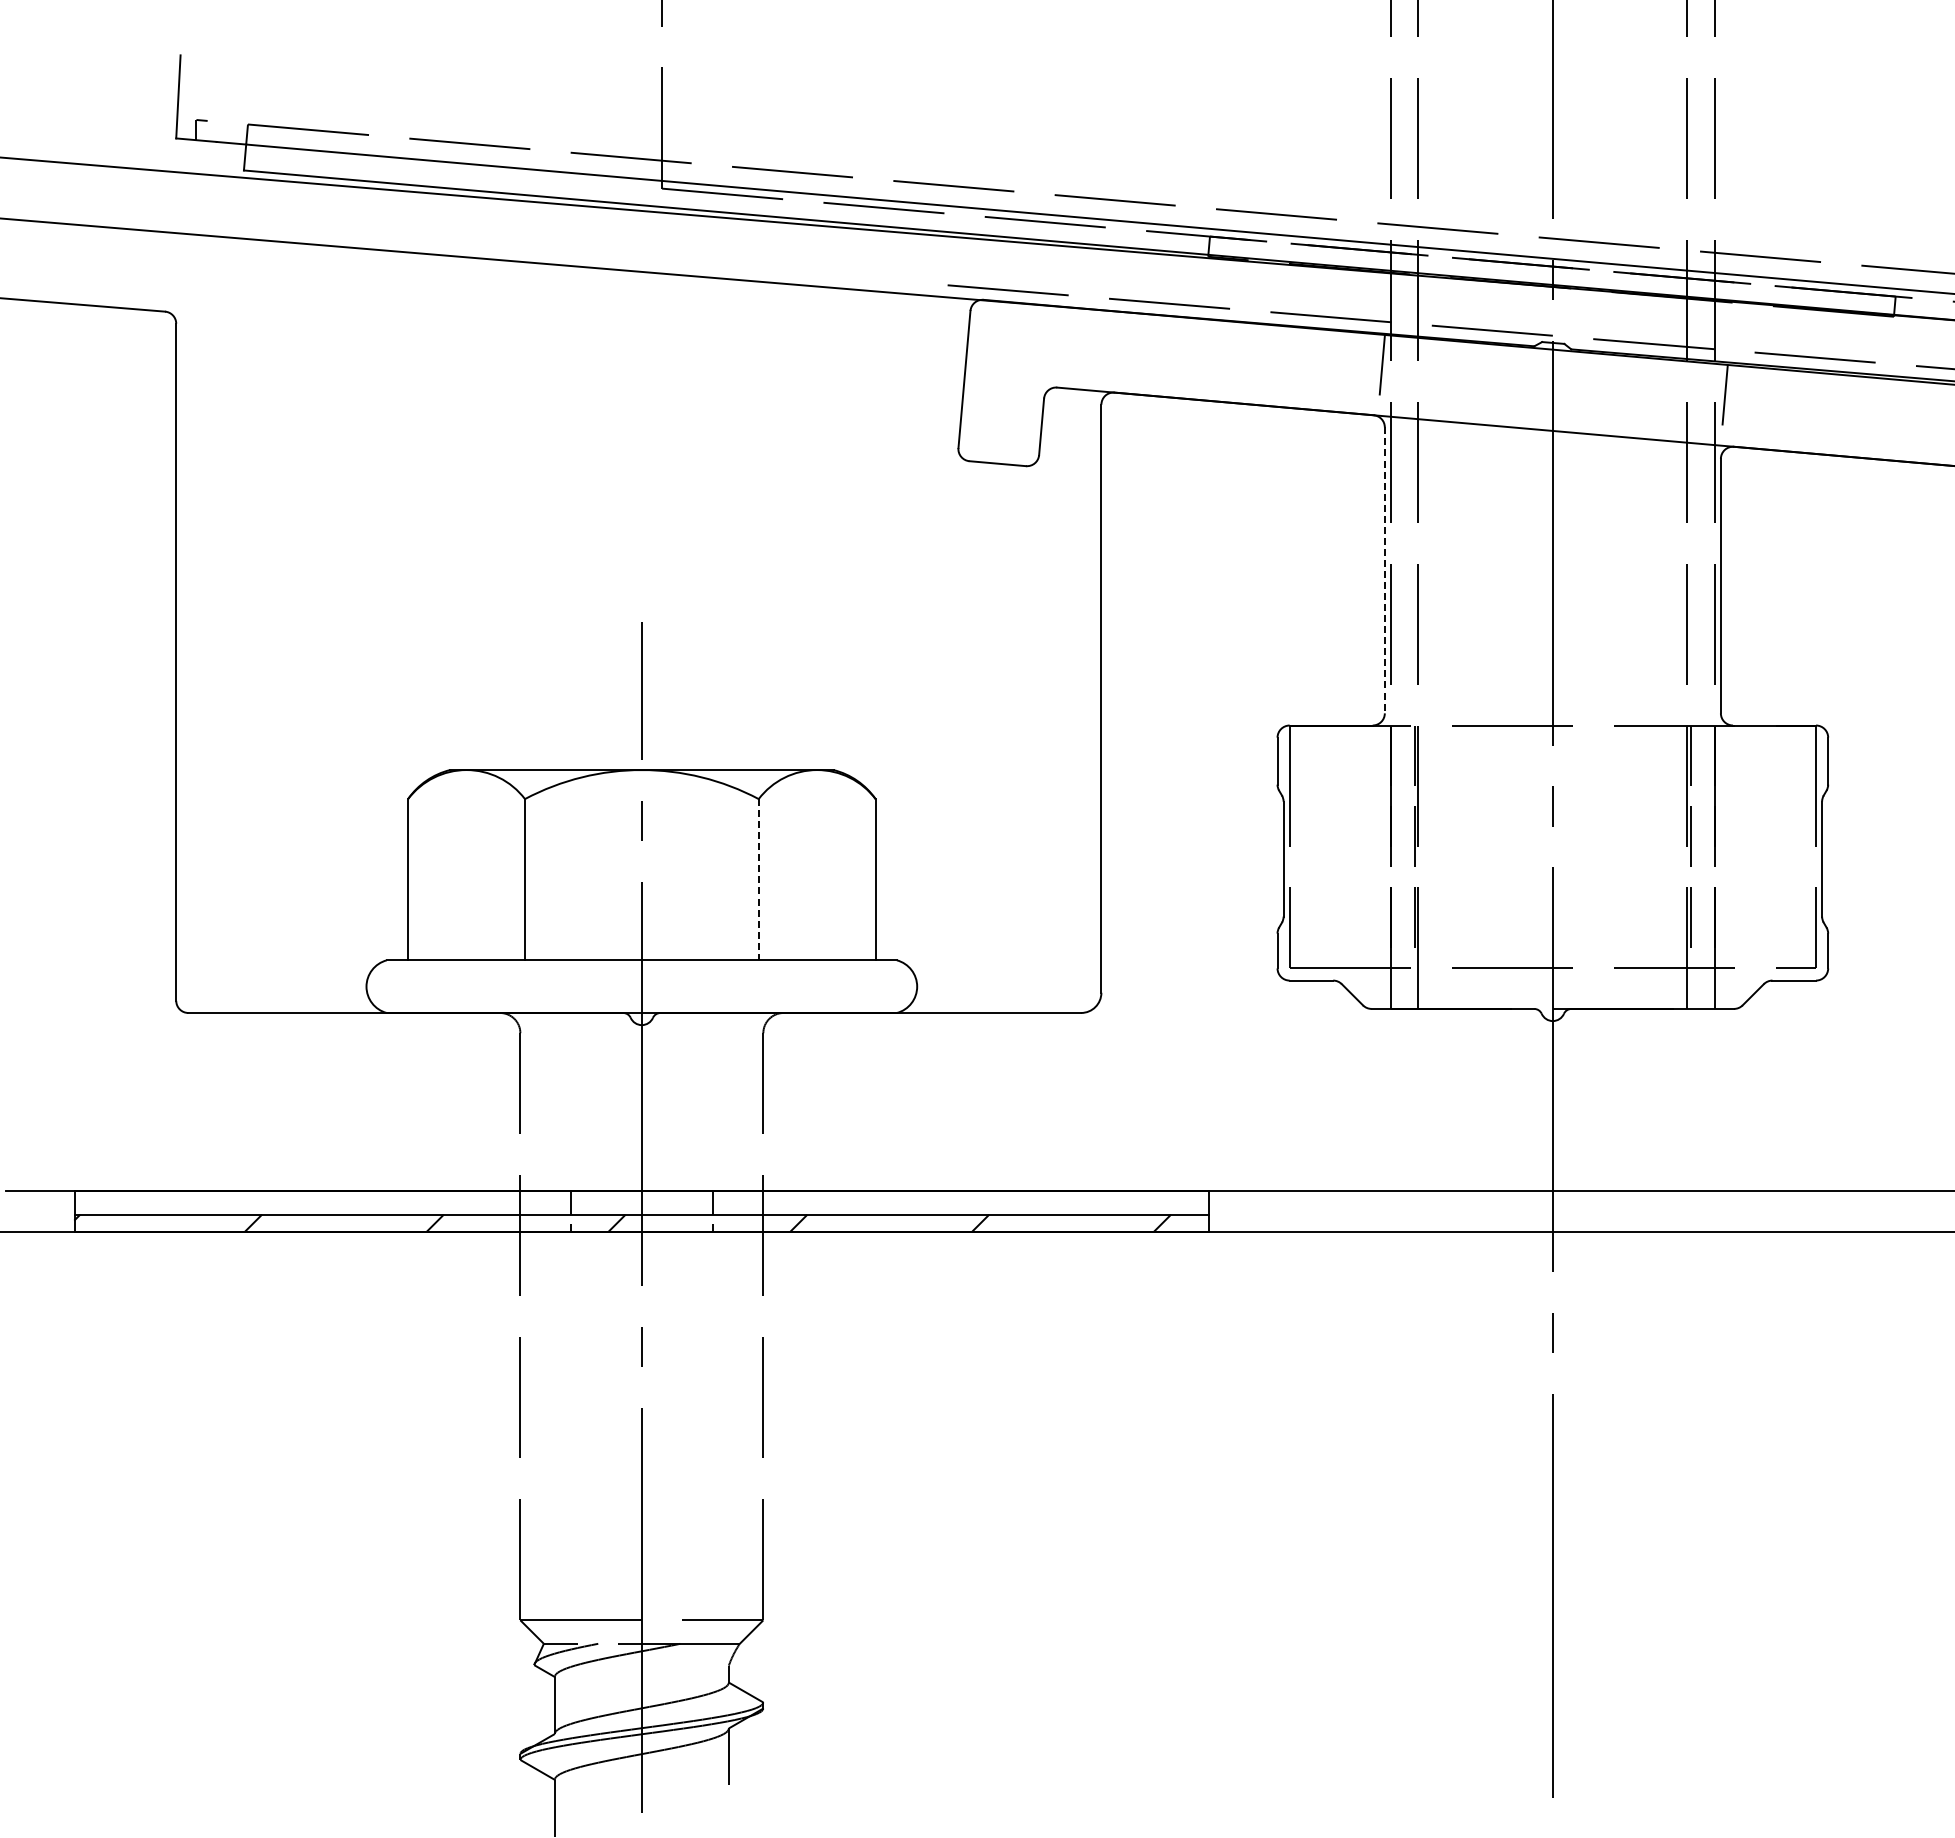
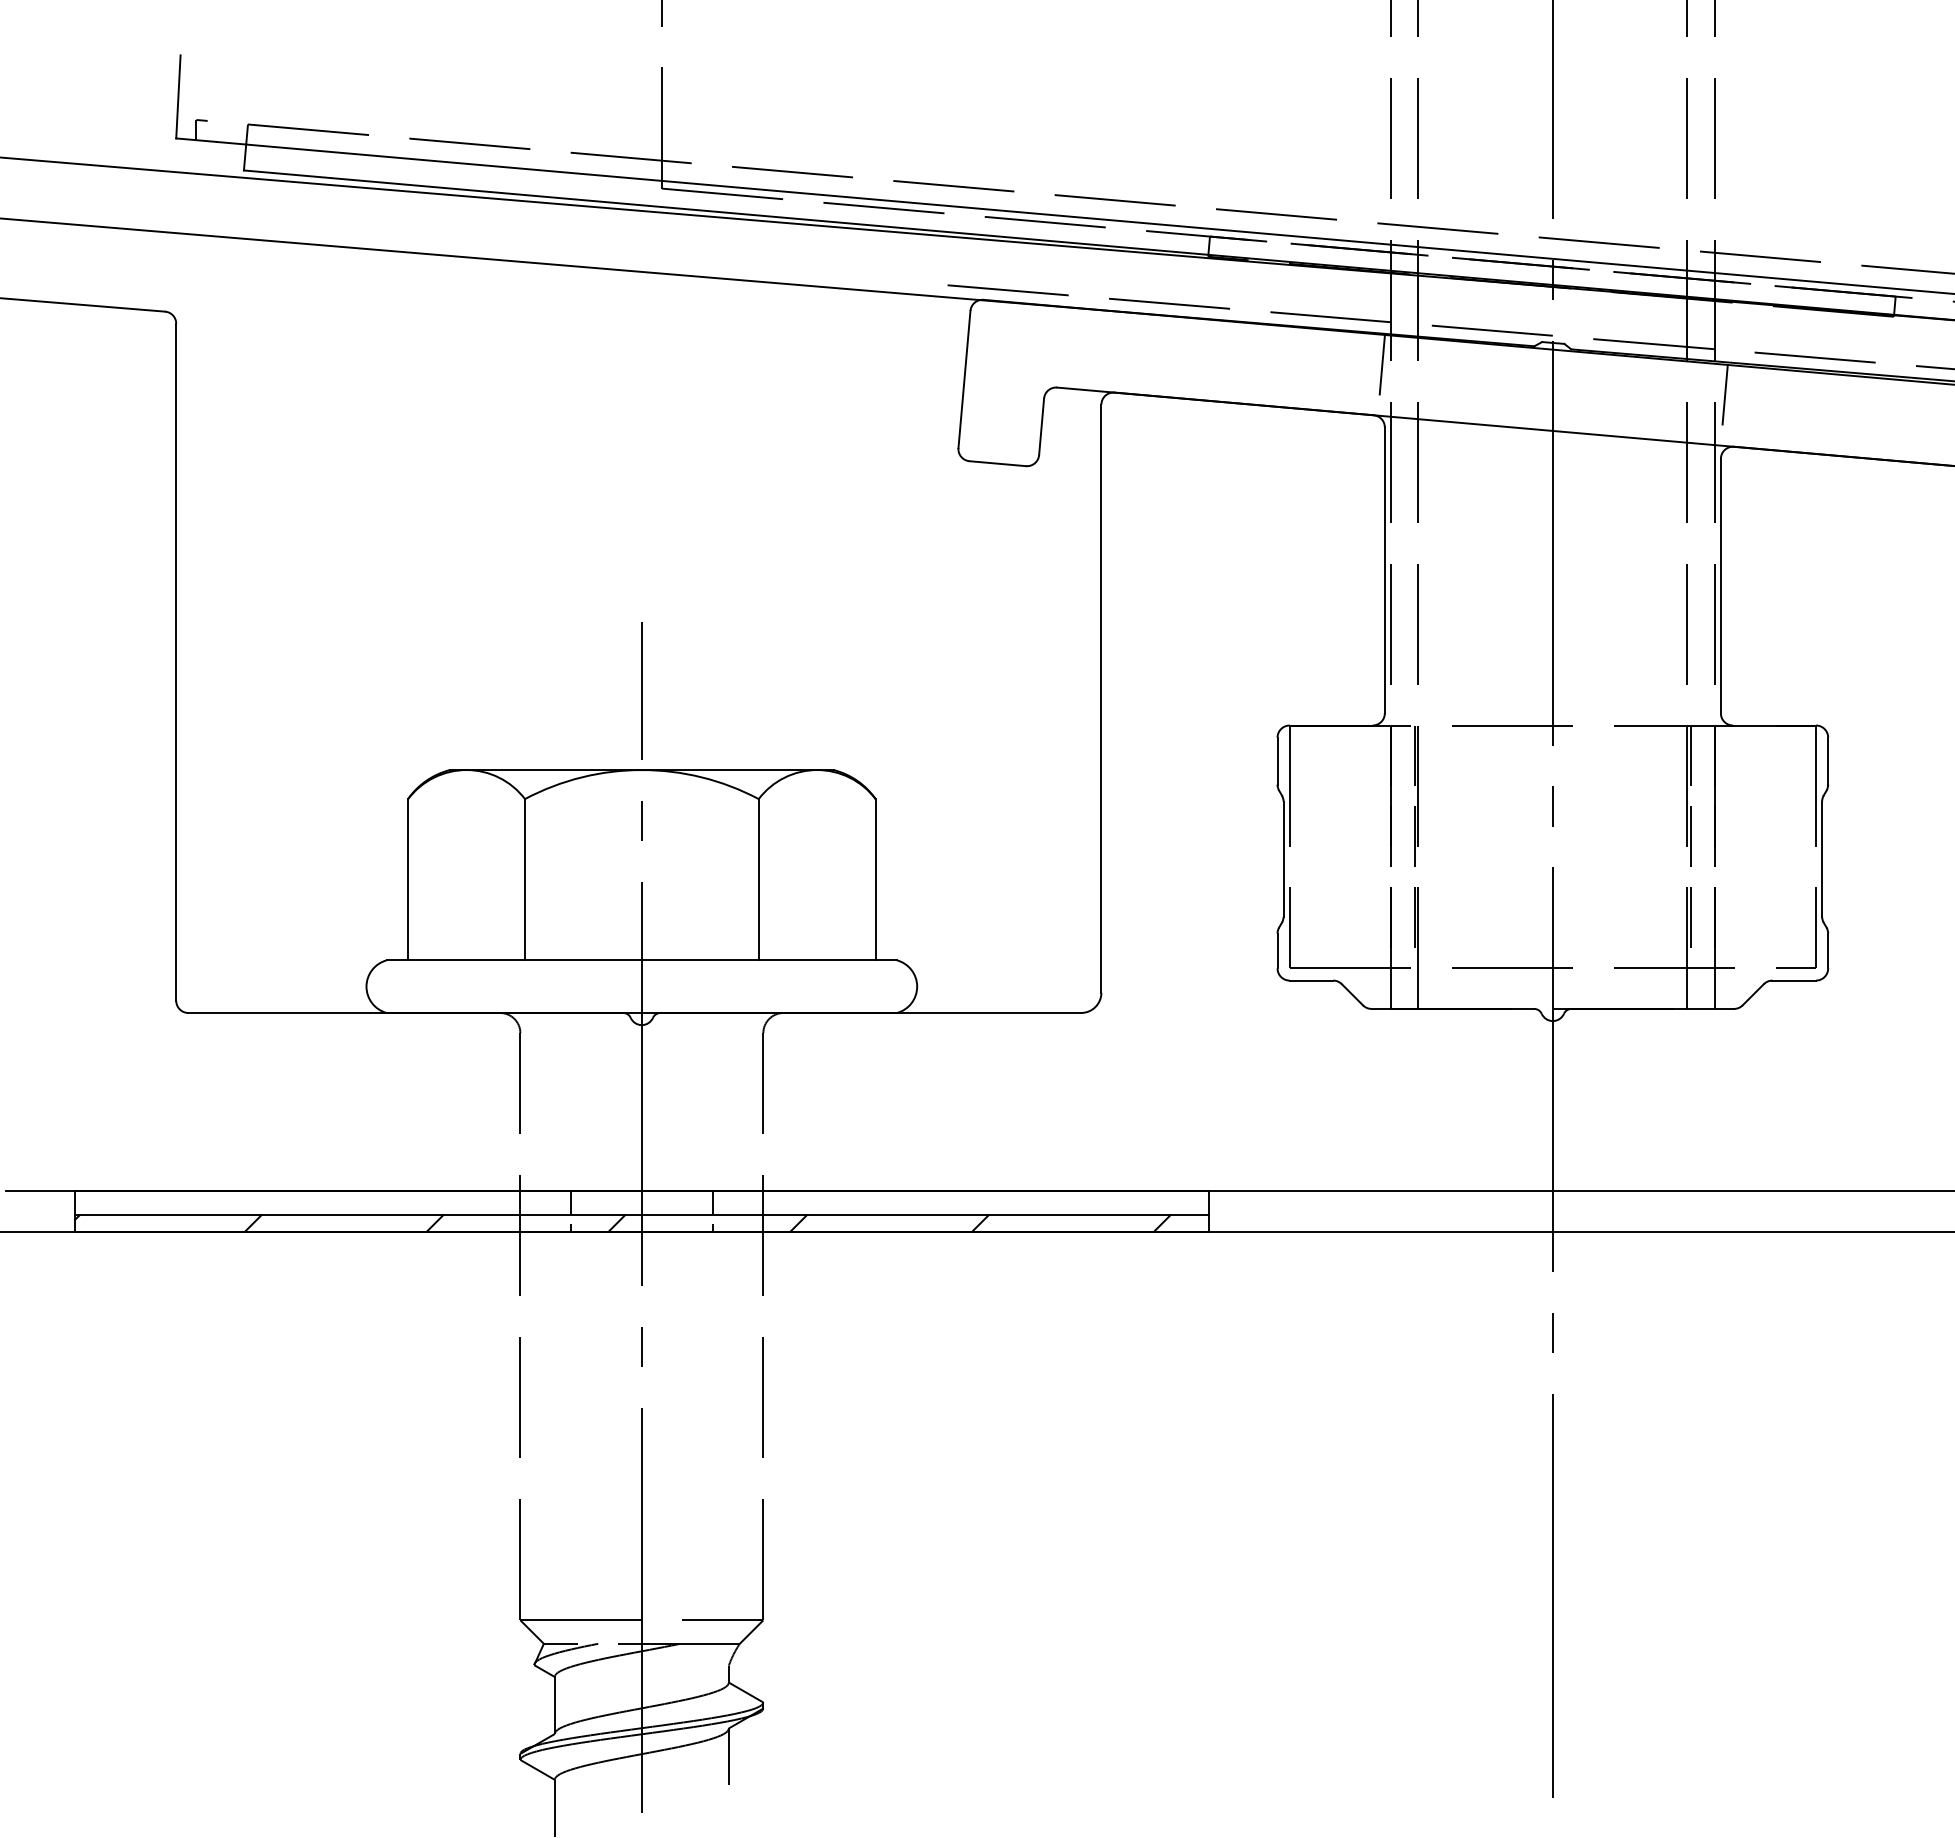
line at (1384, 570): dashed -> solid
line at (758, 879): dashed -> solid
